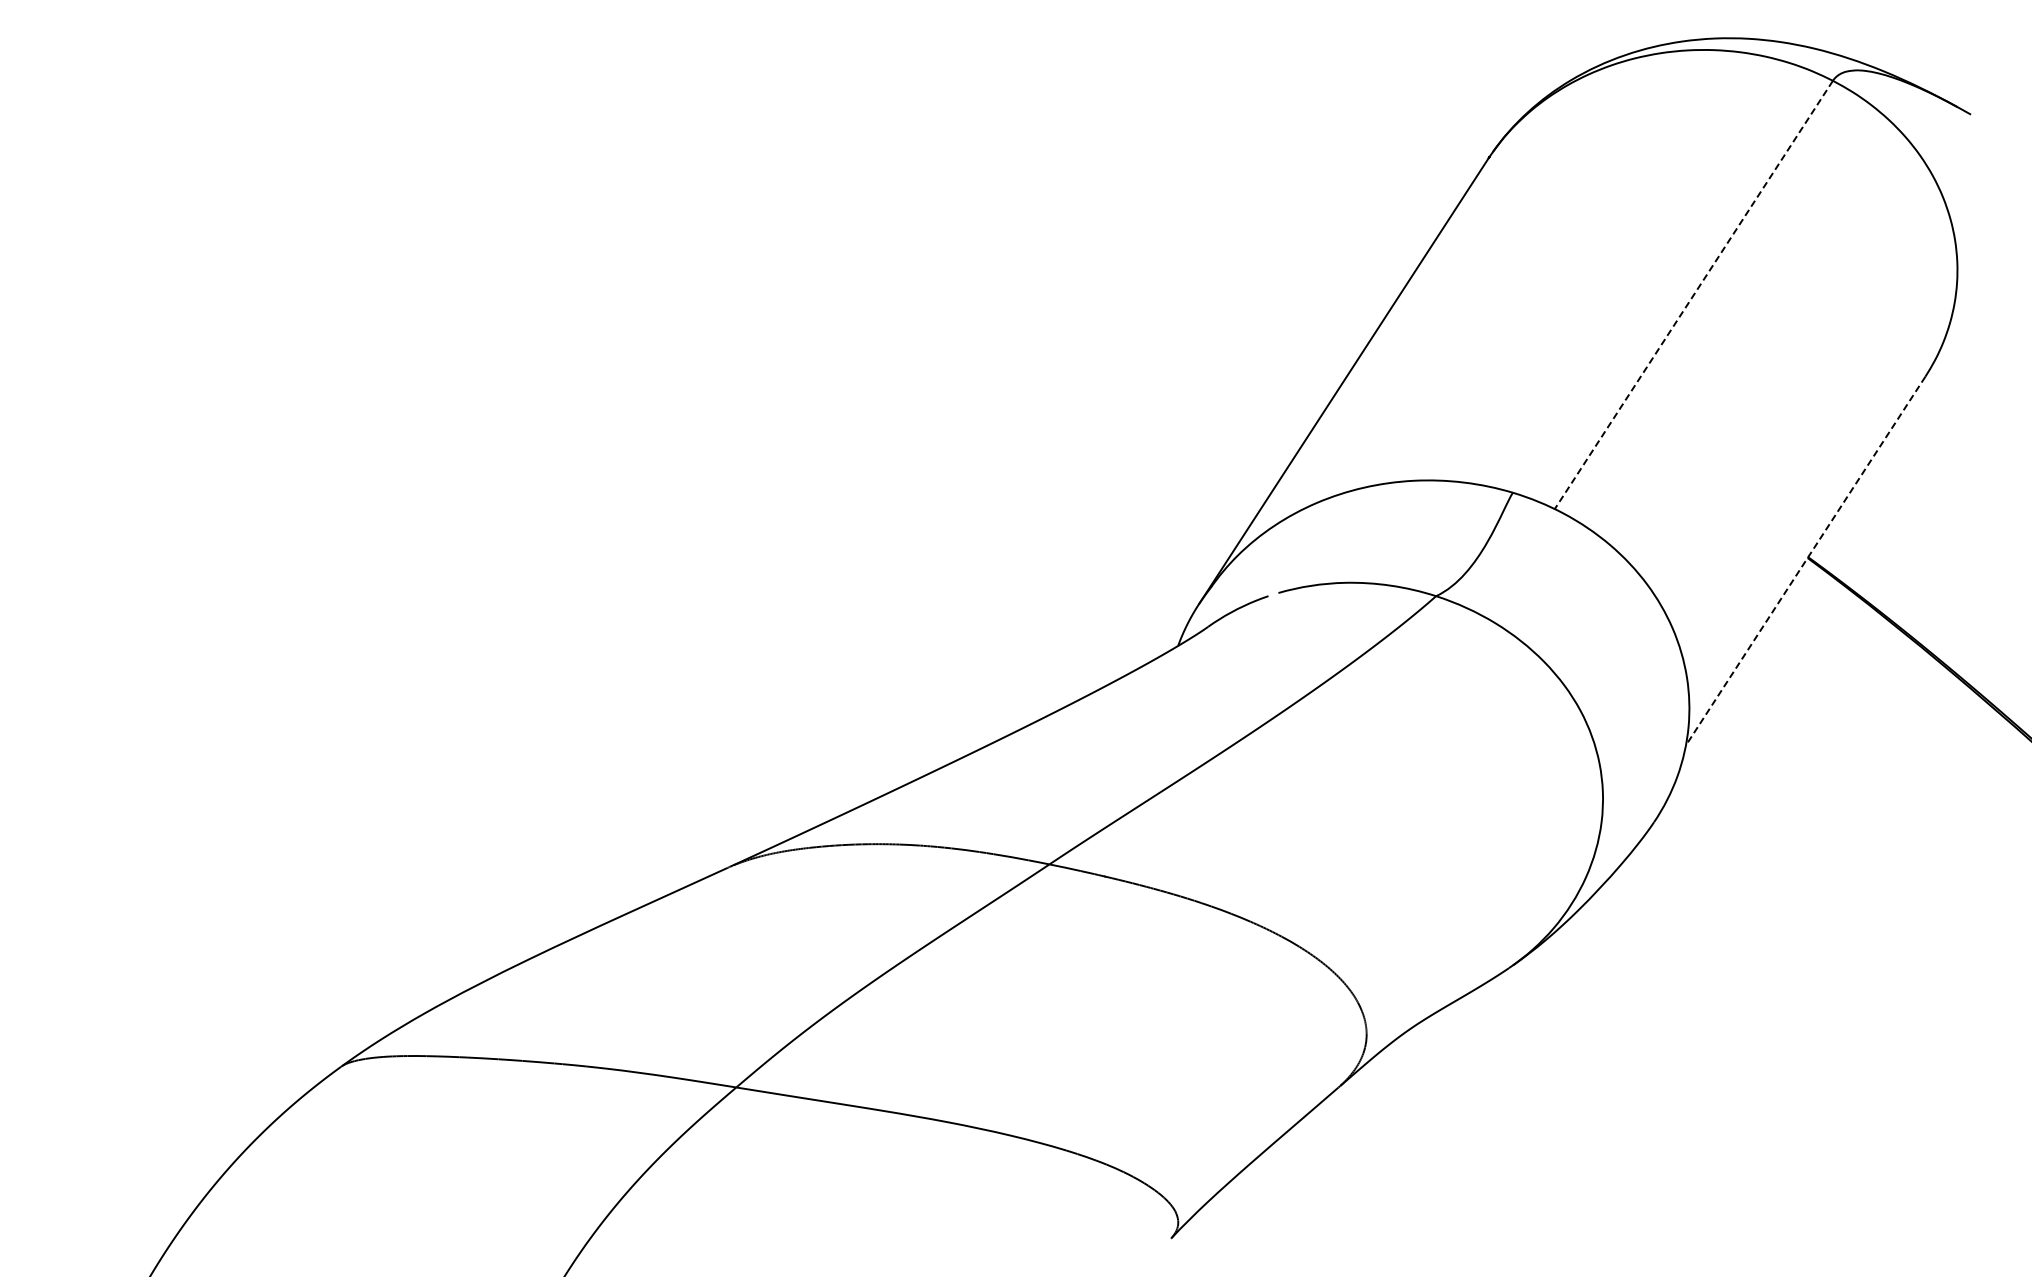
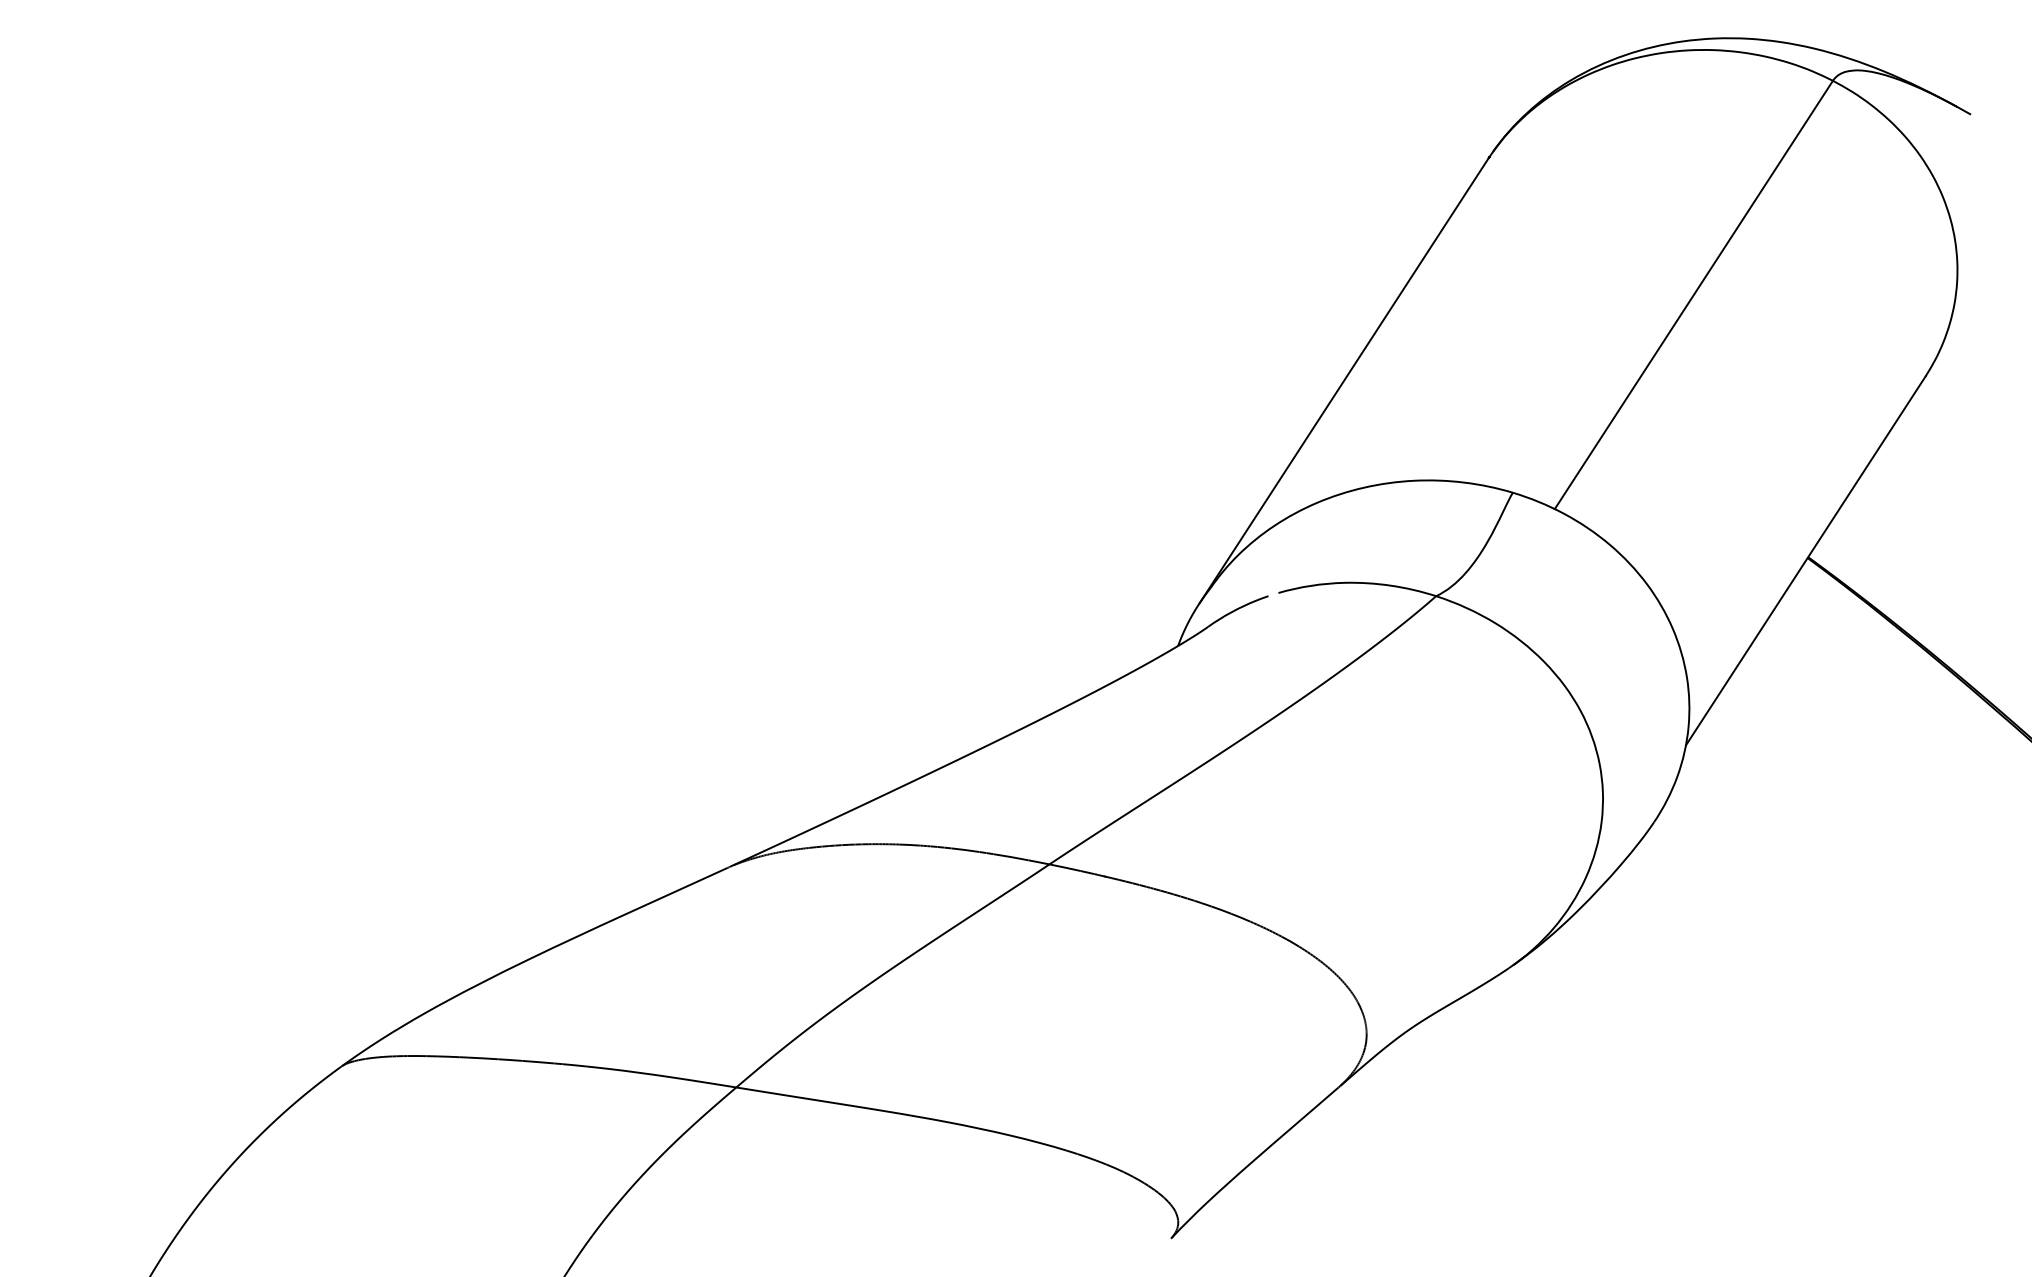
line at (1693, 295): dashed -> solid
line at (1805, 561): dashed -> solid
